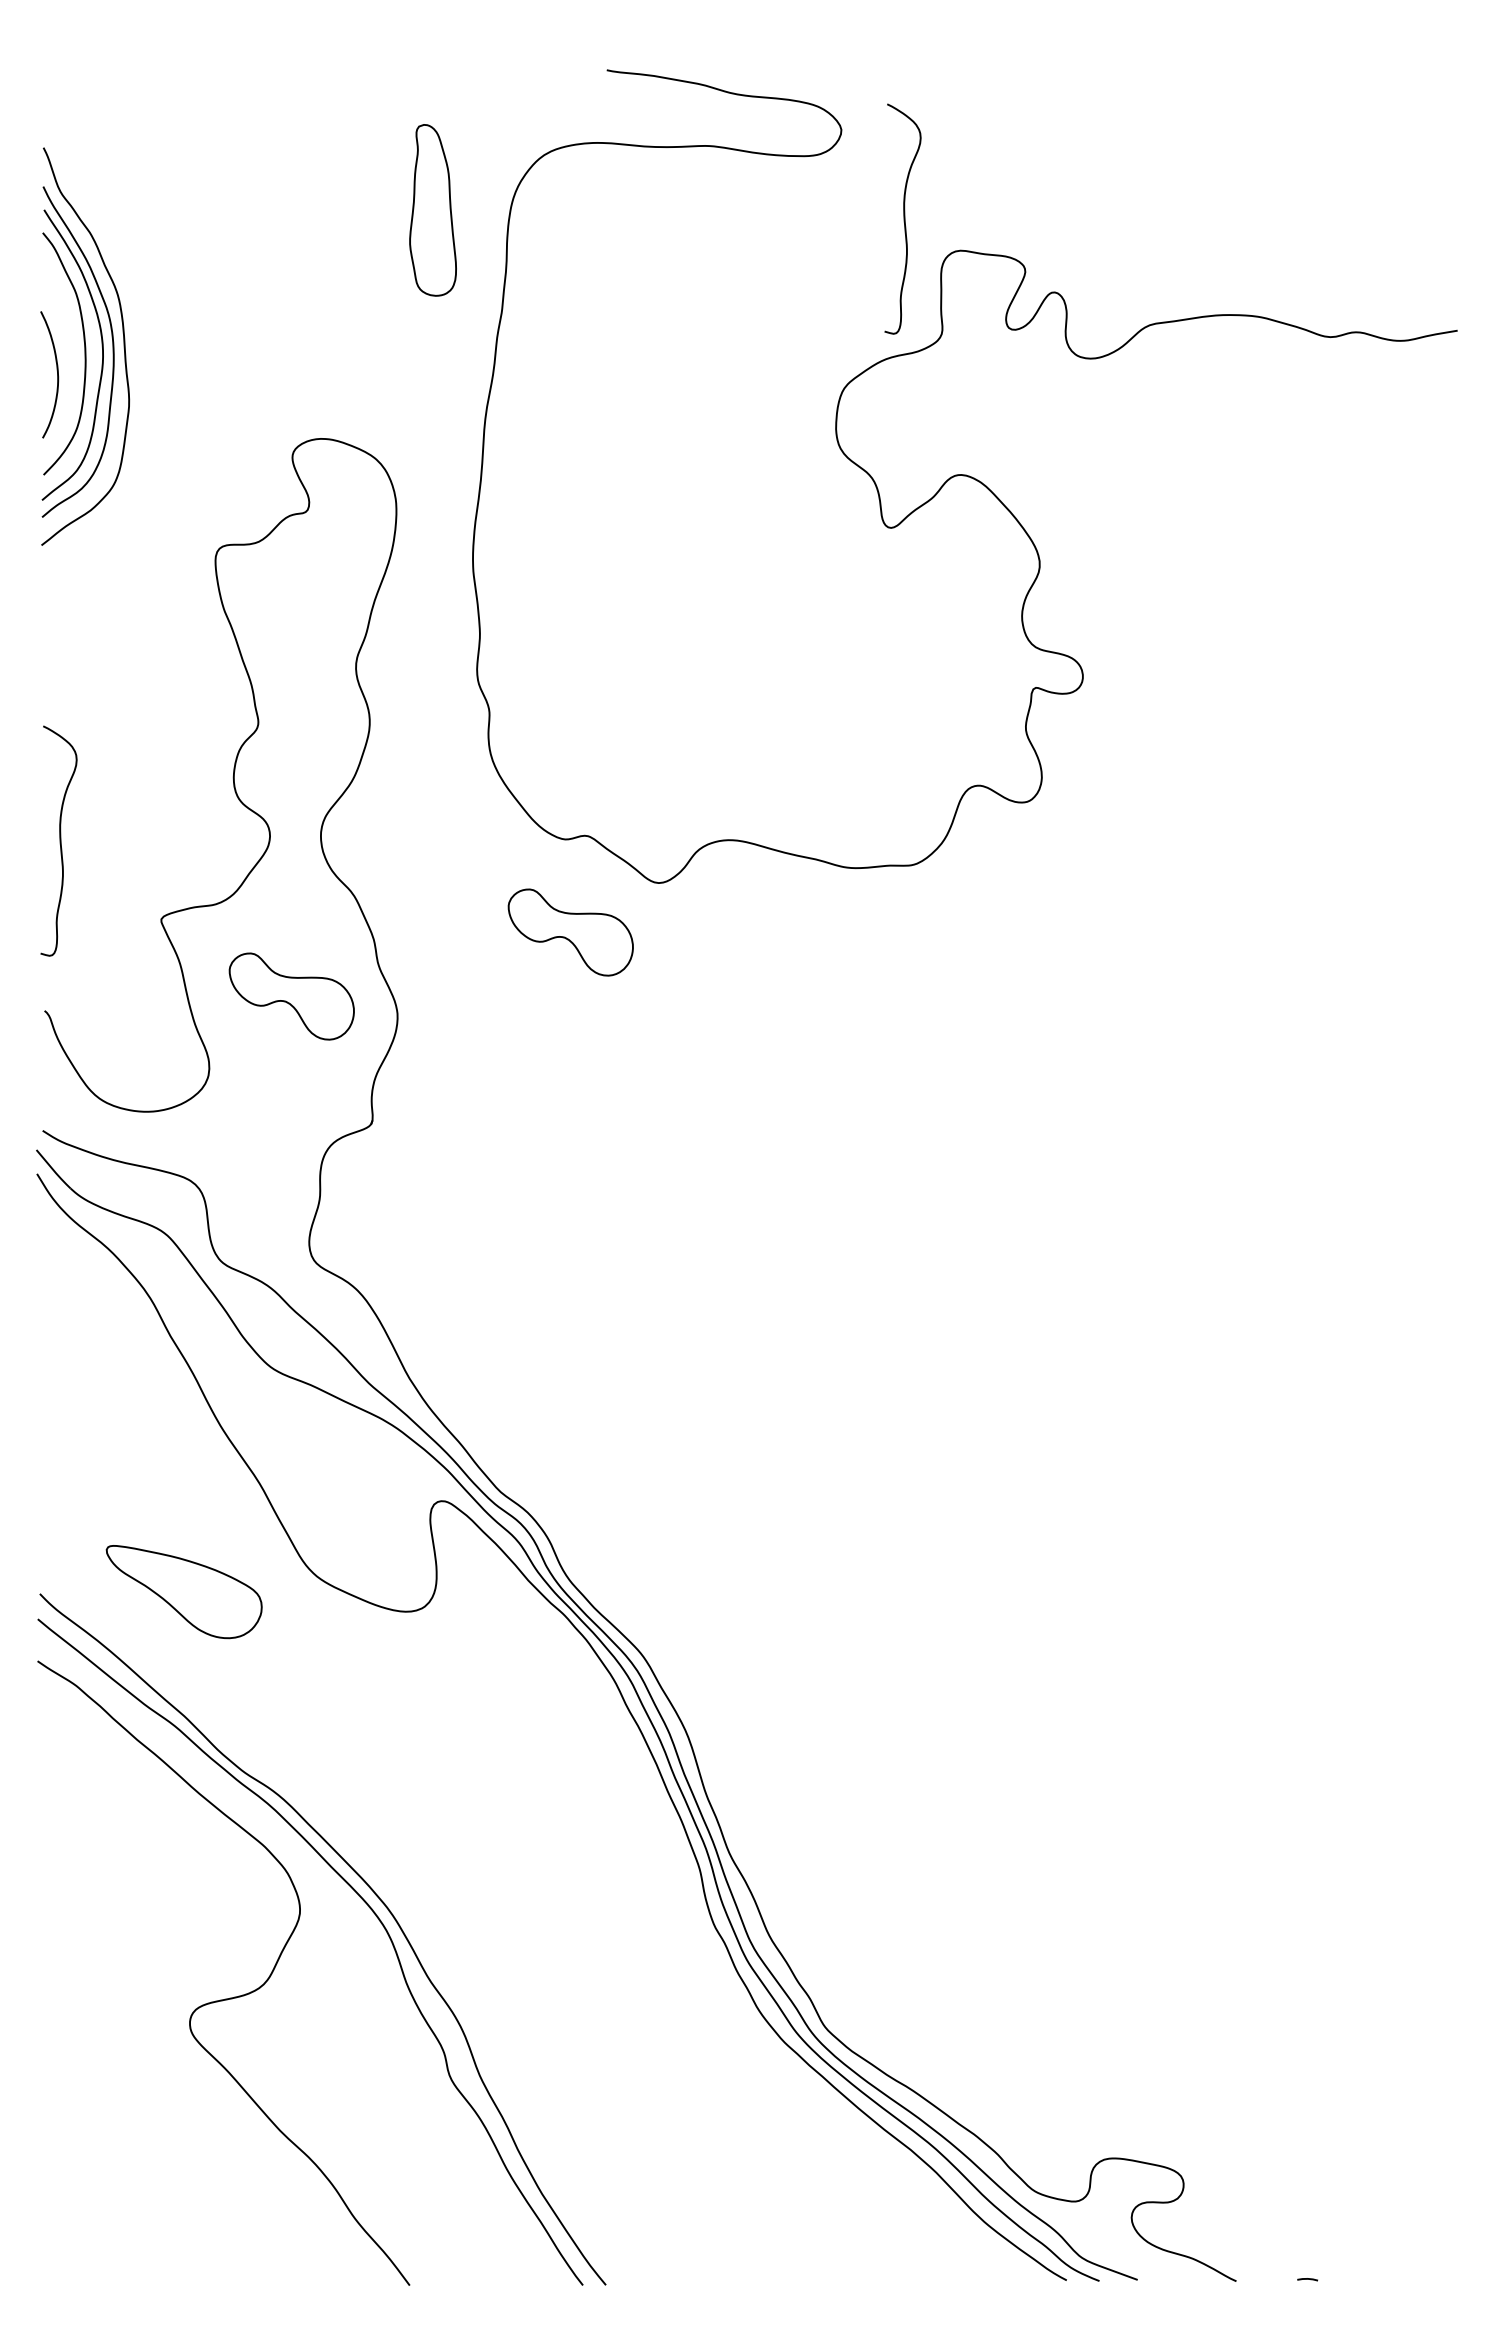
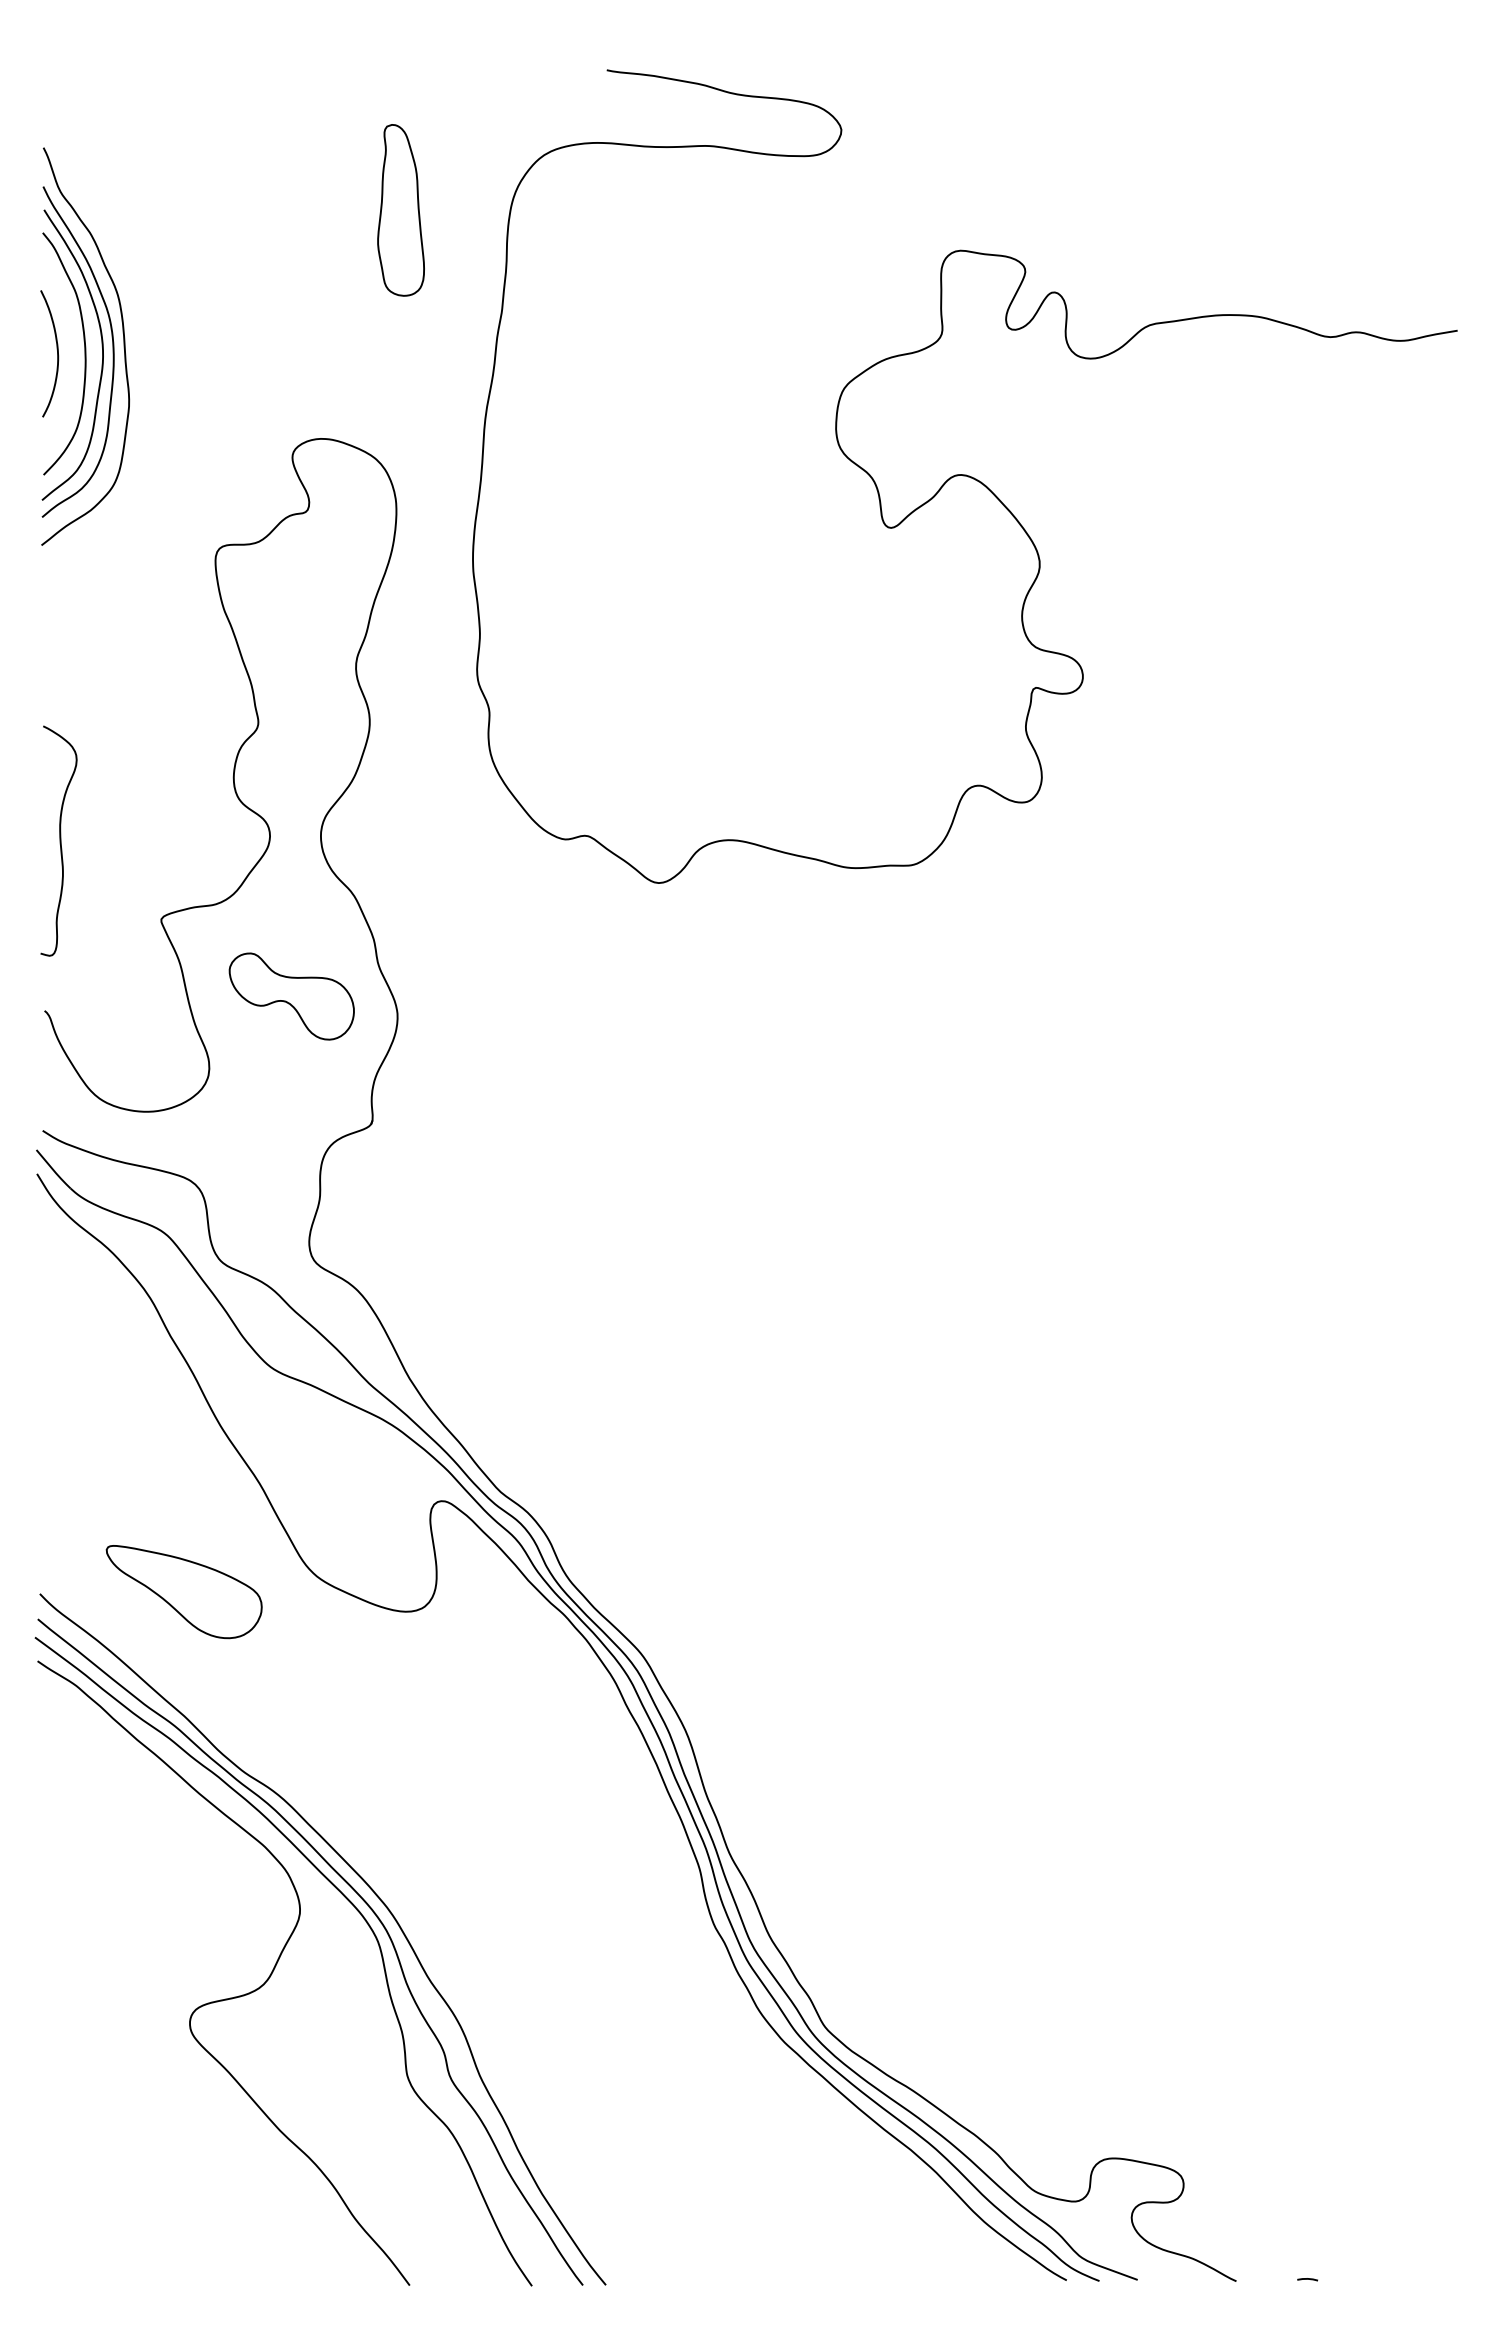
part at (432, 210) position: (432, 210) -> (400, 210)
curve at (903, 218): present -> none
curve at (57, 374) position: (57, 374) -> (57, 353)
part at (570, 932): present -> none
curve at (345, 1898): none -> present
